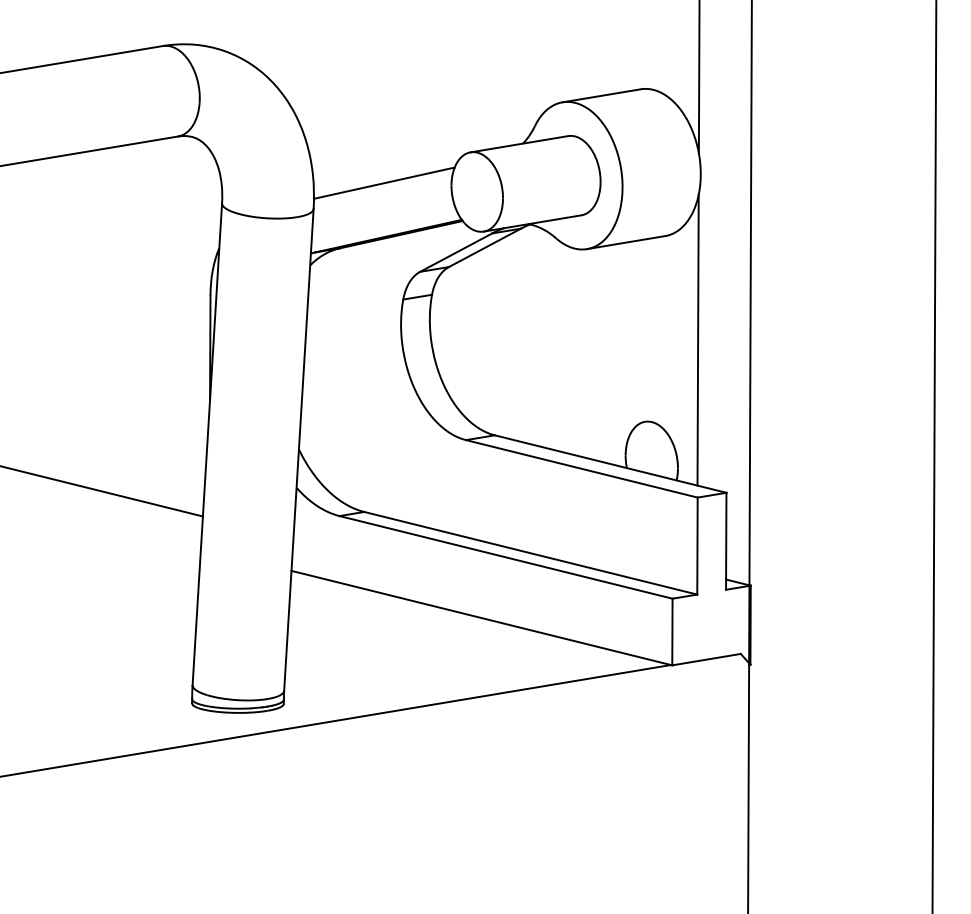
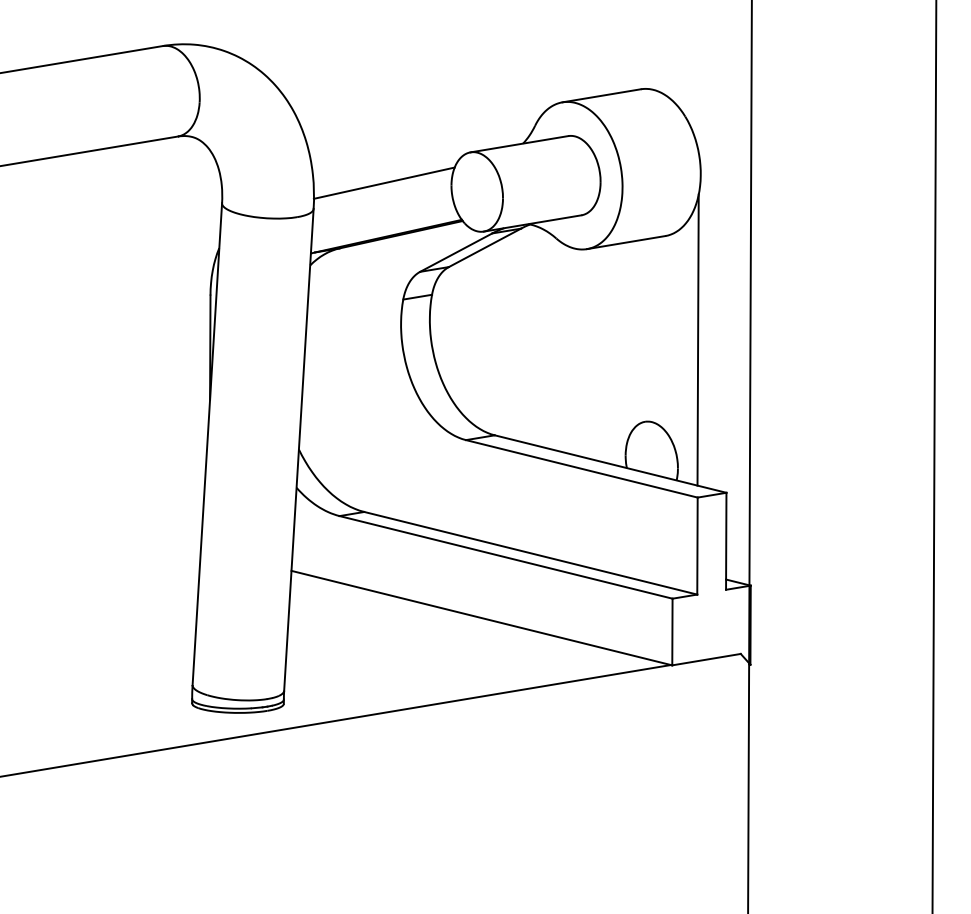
line at (698, 77): present -> none
line at (102, 491): present -> none
